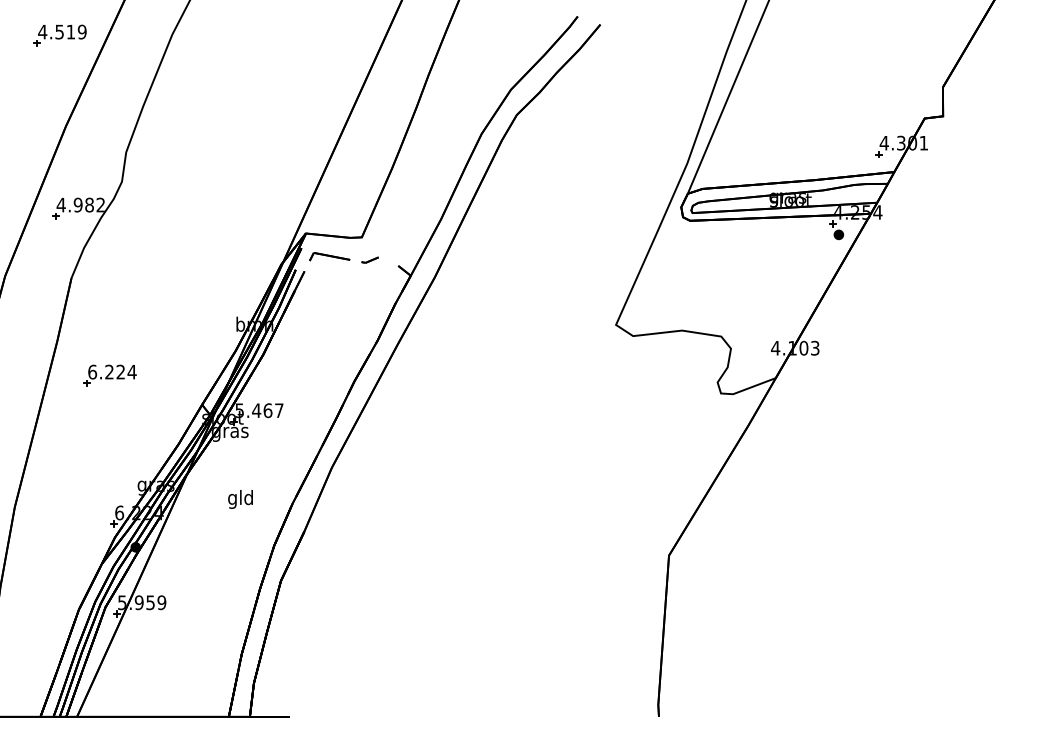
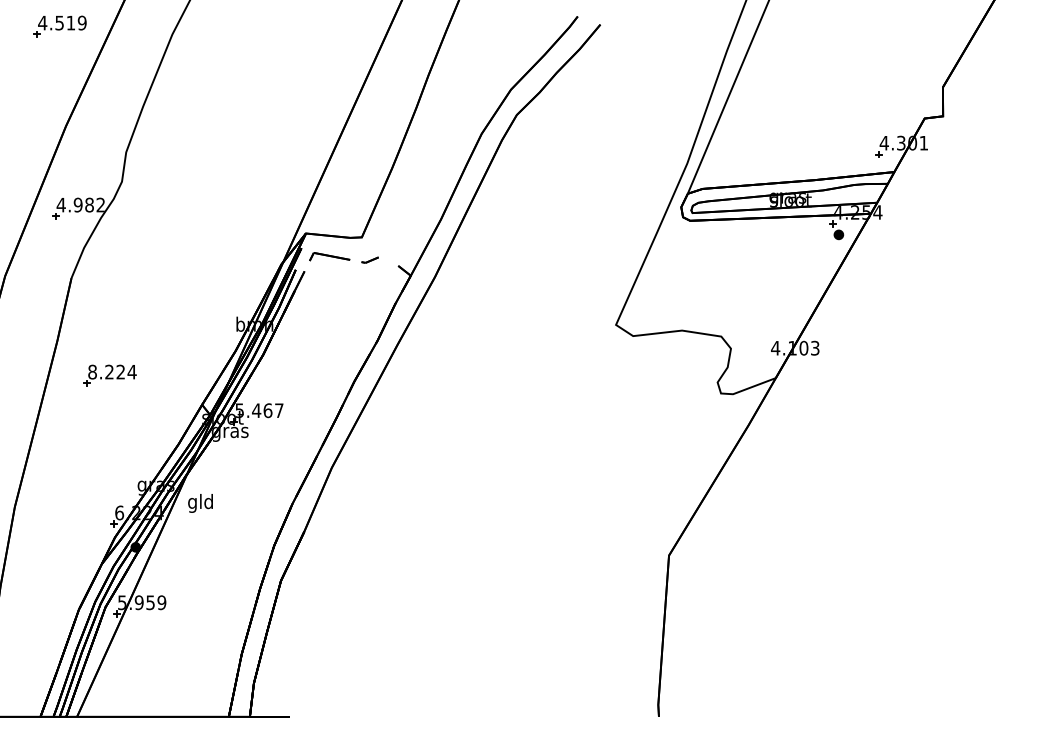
part at (59, 35) position: (59, 35) -> (59, 26)
text at (92, 371): 6.224 -> 8.224
text at (240, 499) position: (240, 499) -> (200, 503)
